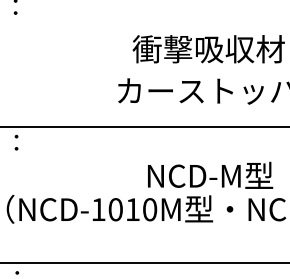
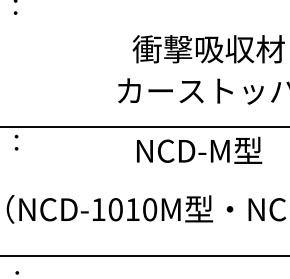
text at (210, 174) position: (210, 174) -> (199, 149)
line at (144, 262) position: (144, 262) -> (144, 255)
